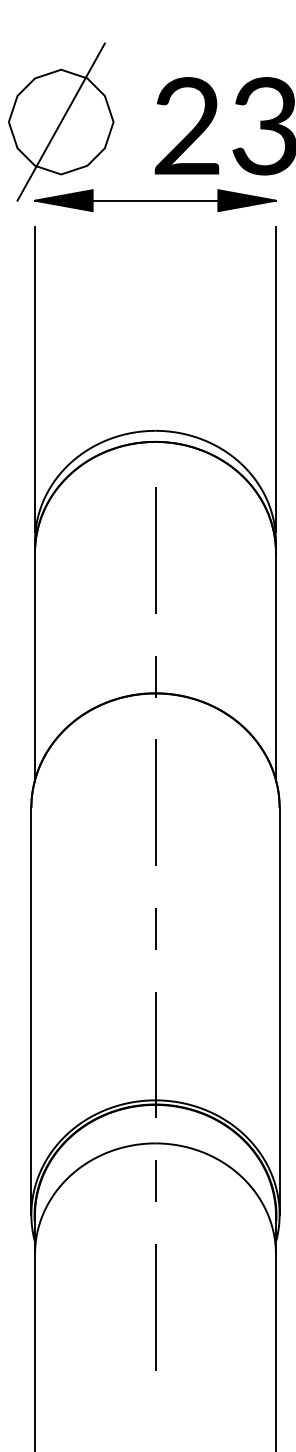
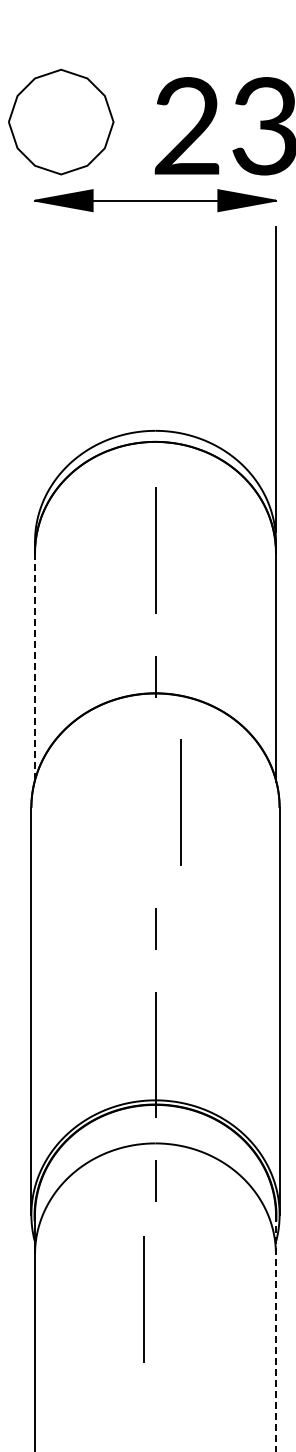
line at (60, 121): present -> none
line at (35, 378): present -> none
line at (35, 667): solid -> dashed
line at (155, 802) position: (155, 802) -> (180, 802)
line at (155, 1307) position: (155, 1307) -> (143, 1299)
line at (275, 1333): solid -> dashed
